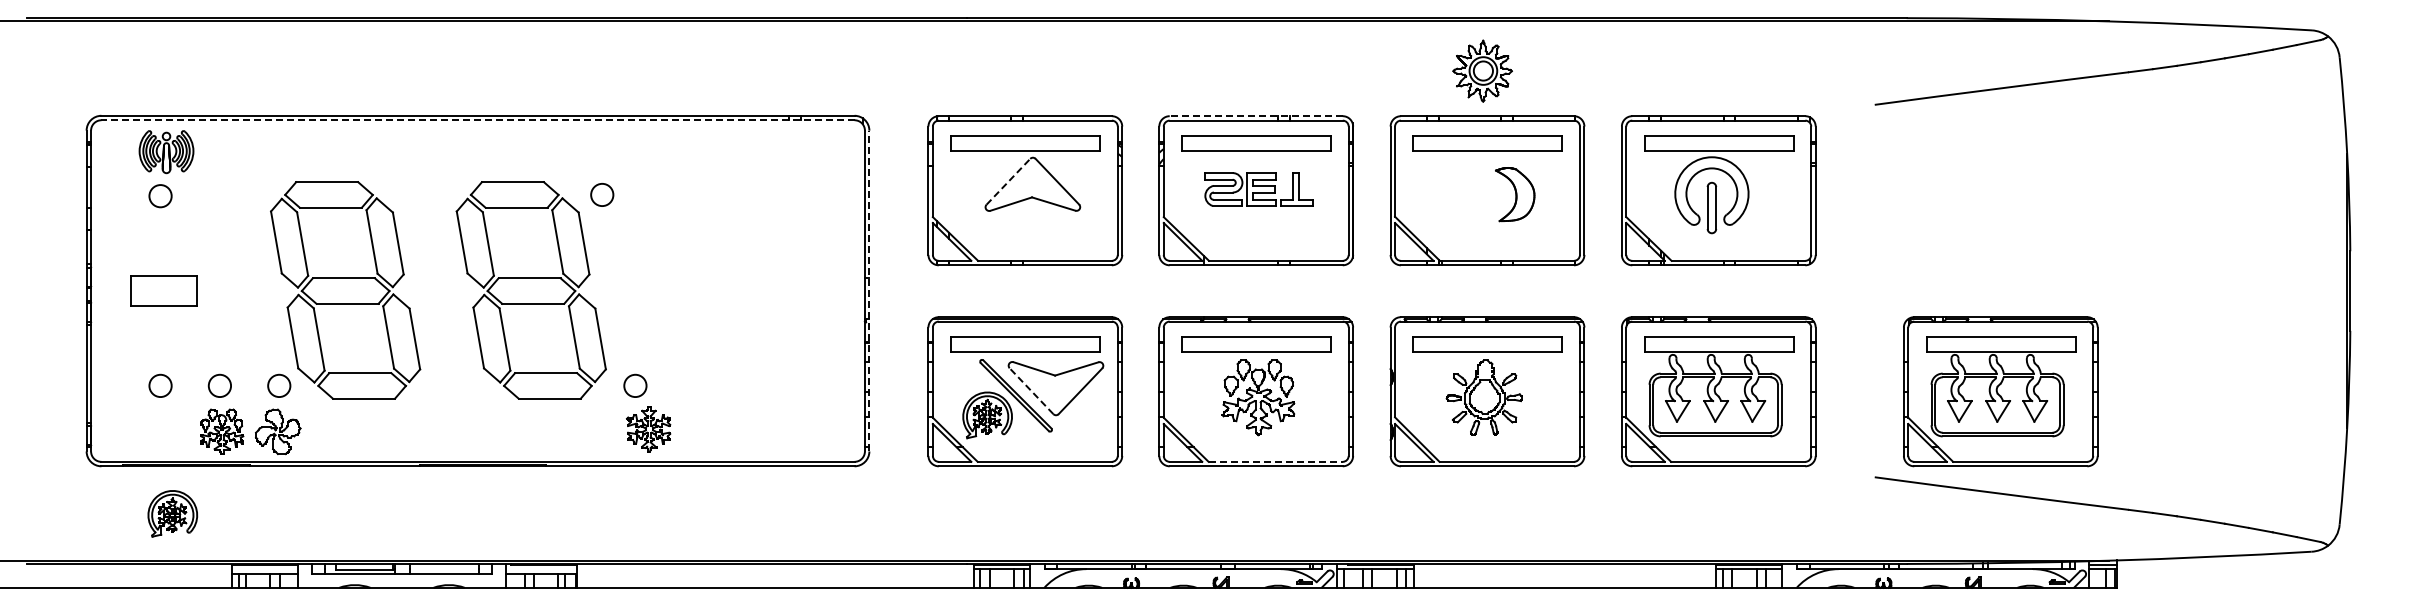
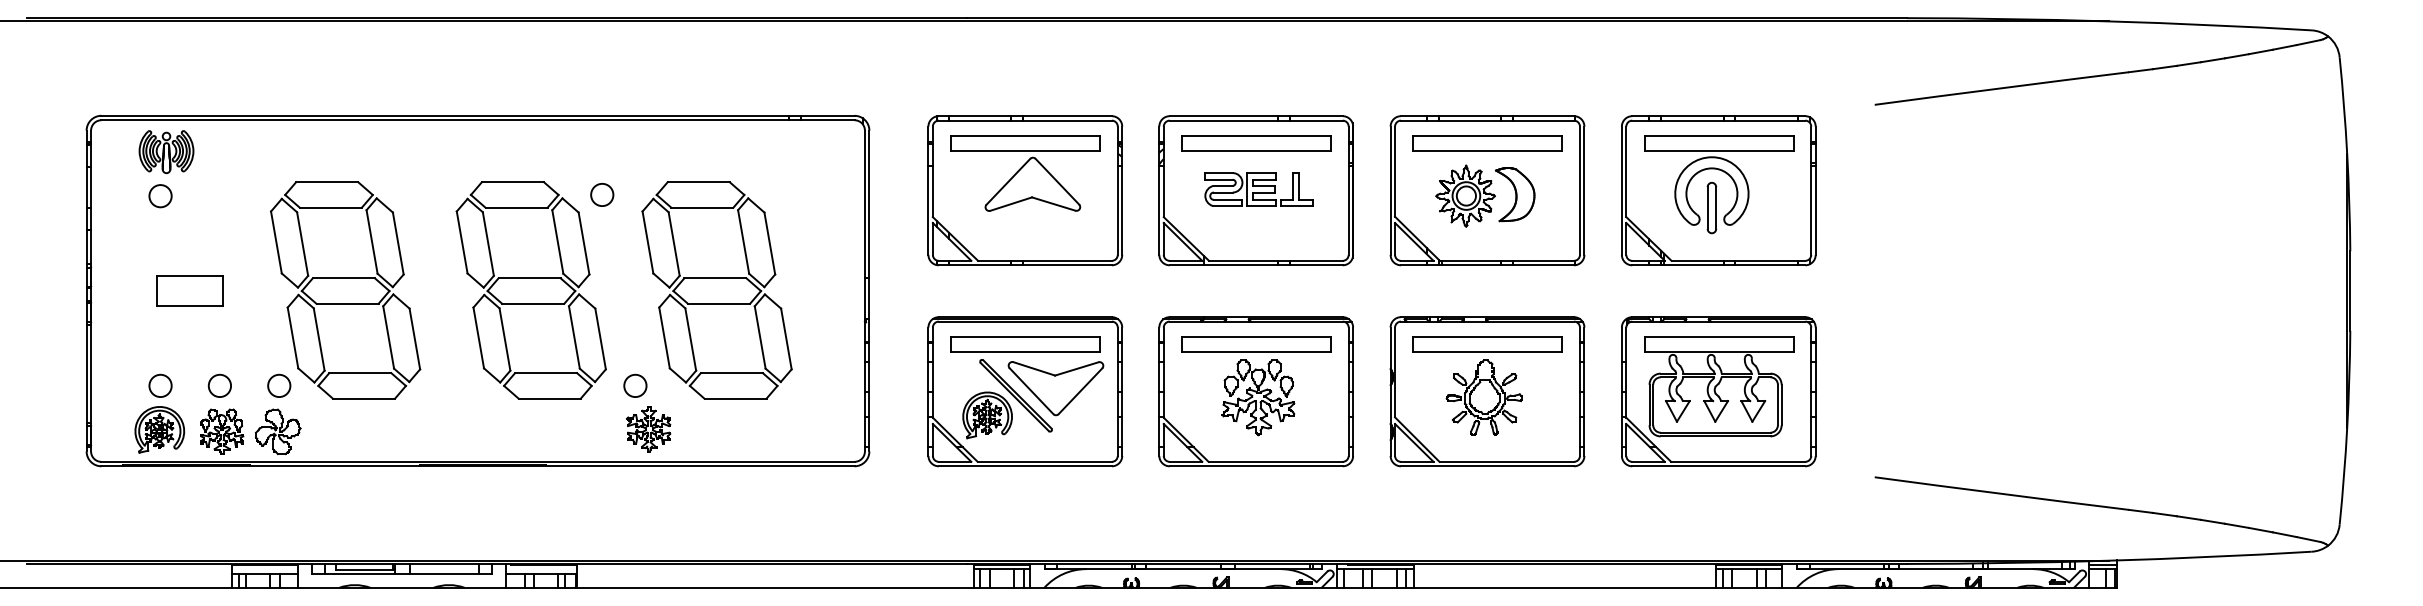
part at (1482, 70) position: (1482, 70) -> (1465, 195)
line at (1256, 116): dashed -> solid
line at (478, 120): dashed -> solid
line at (1008, 181): dashed -> solid
part at (163, 290) position: (163, 290) -> (189, 290)
part at (716, 290): none -> present
line at (869, 290): dashed -> solid
line at (1031, 391): dashed -> solid
part at (2000, 391): present -> none
line at (1276, 461): dashed -> solid
part at (172, 513) position: (172, 513) -> (159, 429)
